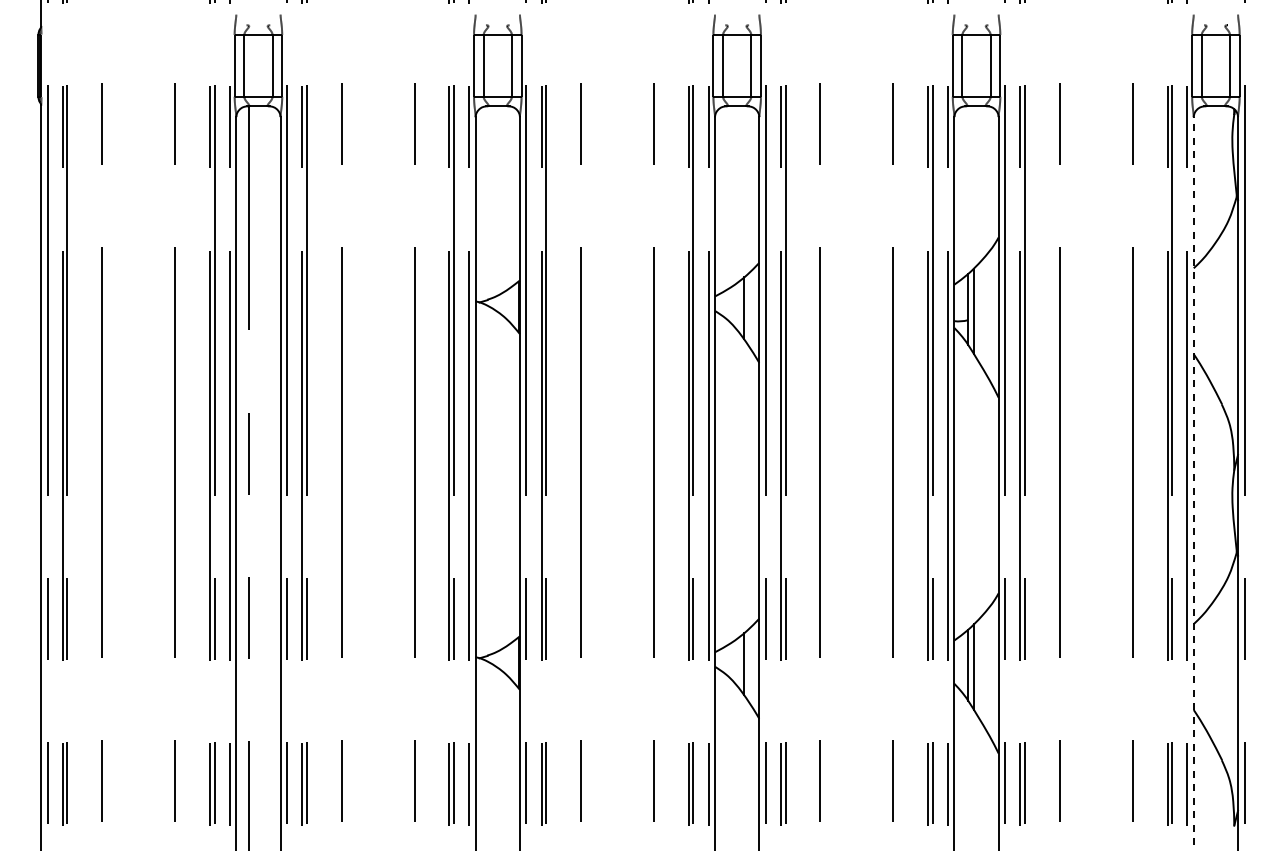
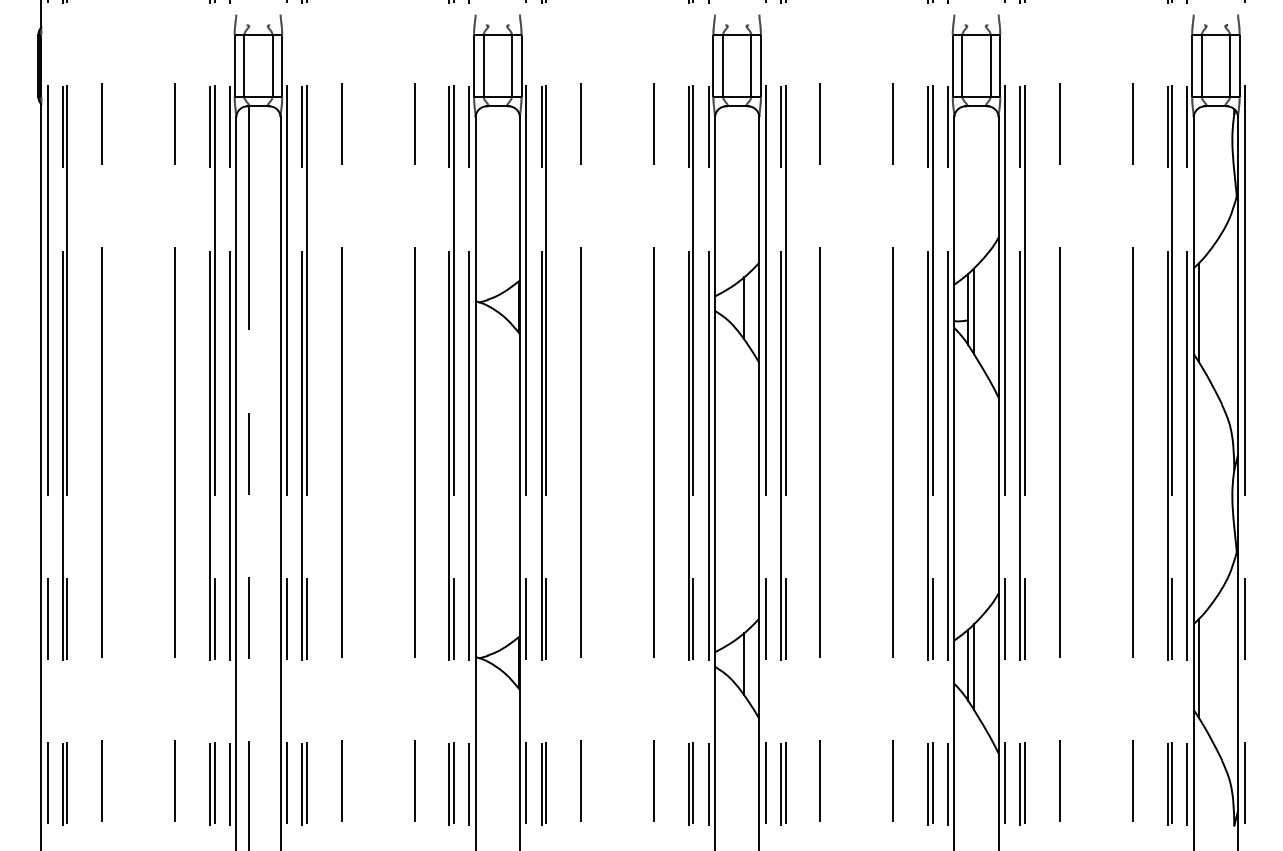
line at (1198, 312): none -> present
line at (1193, 483): dashed -> solid
line at (1198, 668): none -> present
